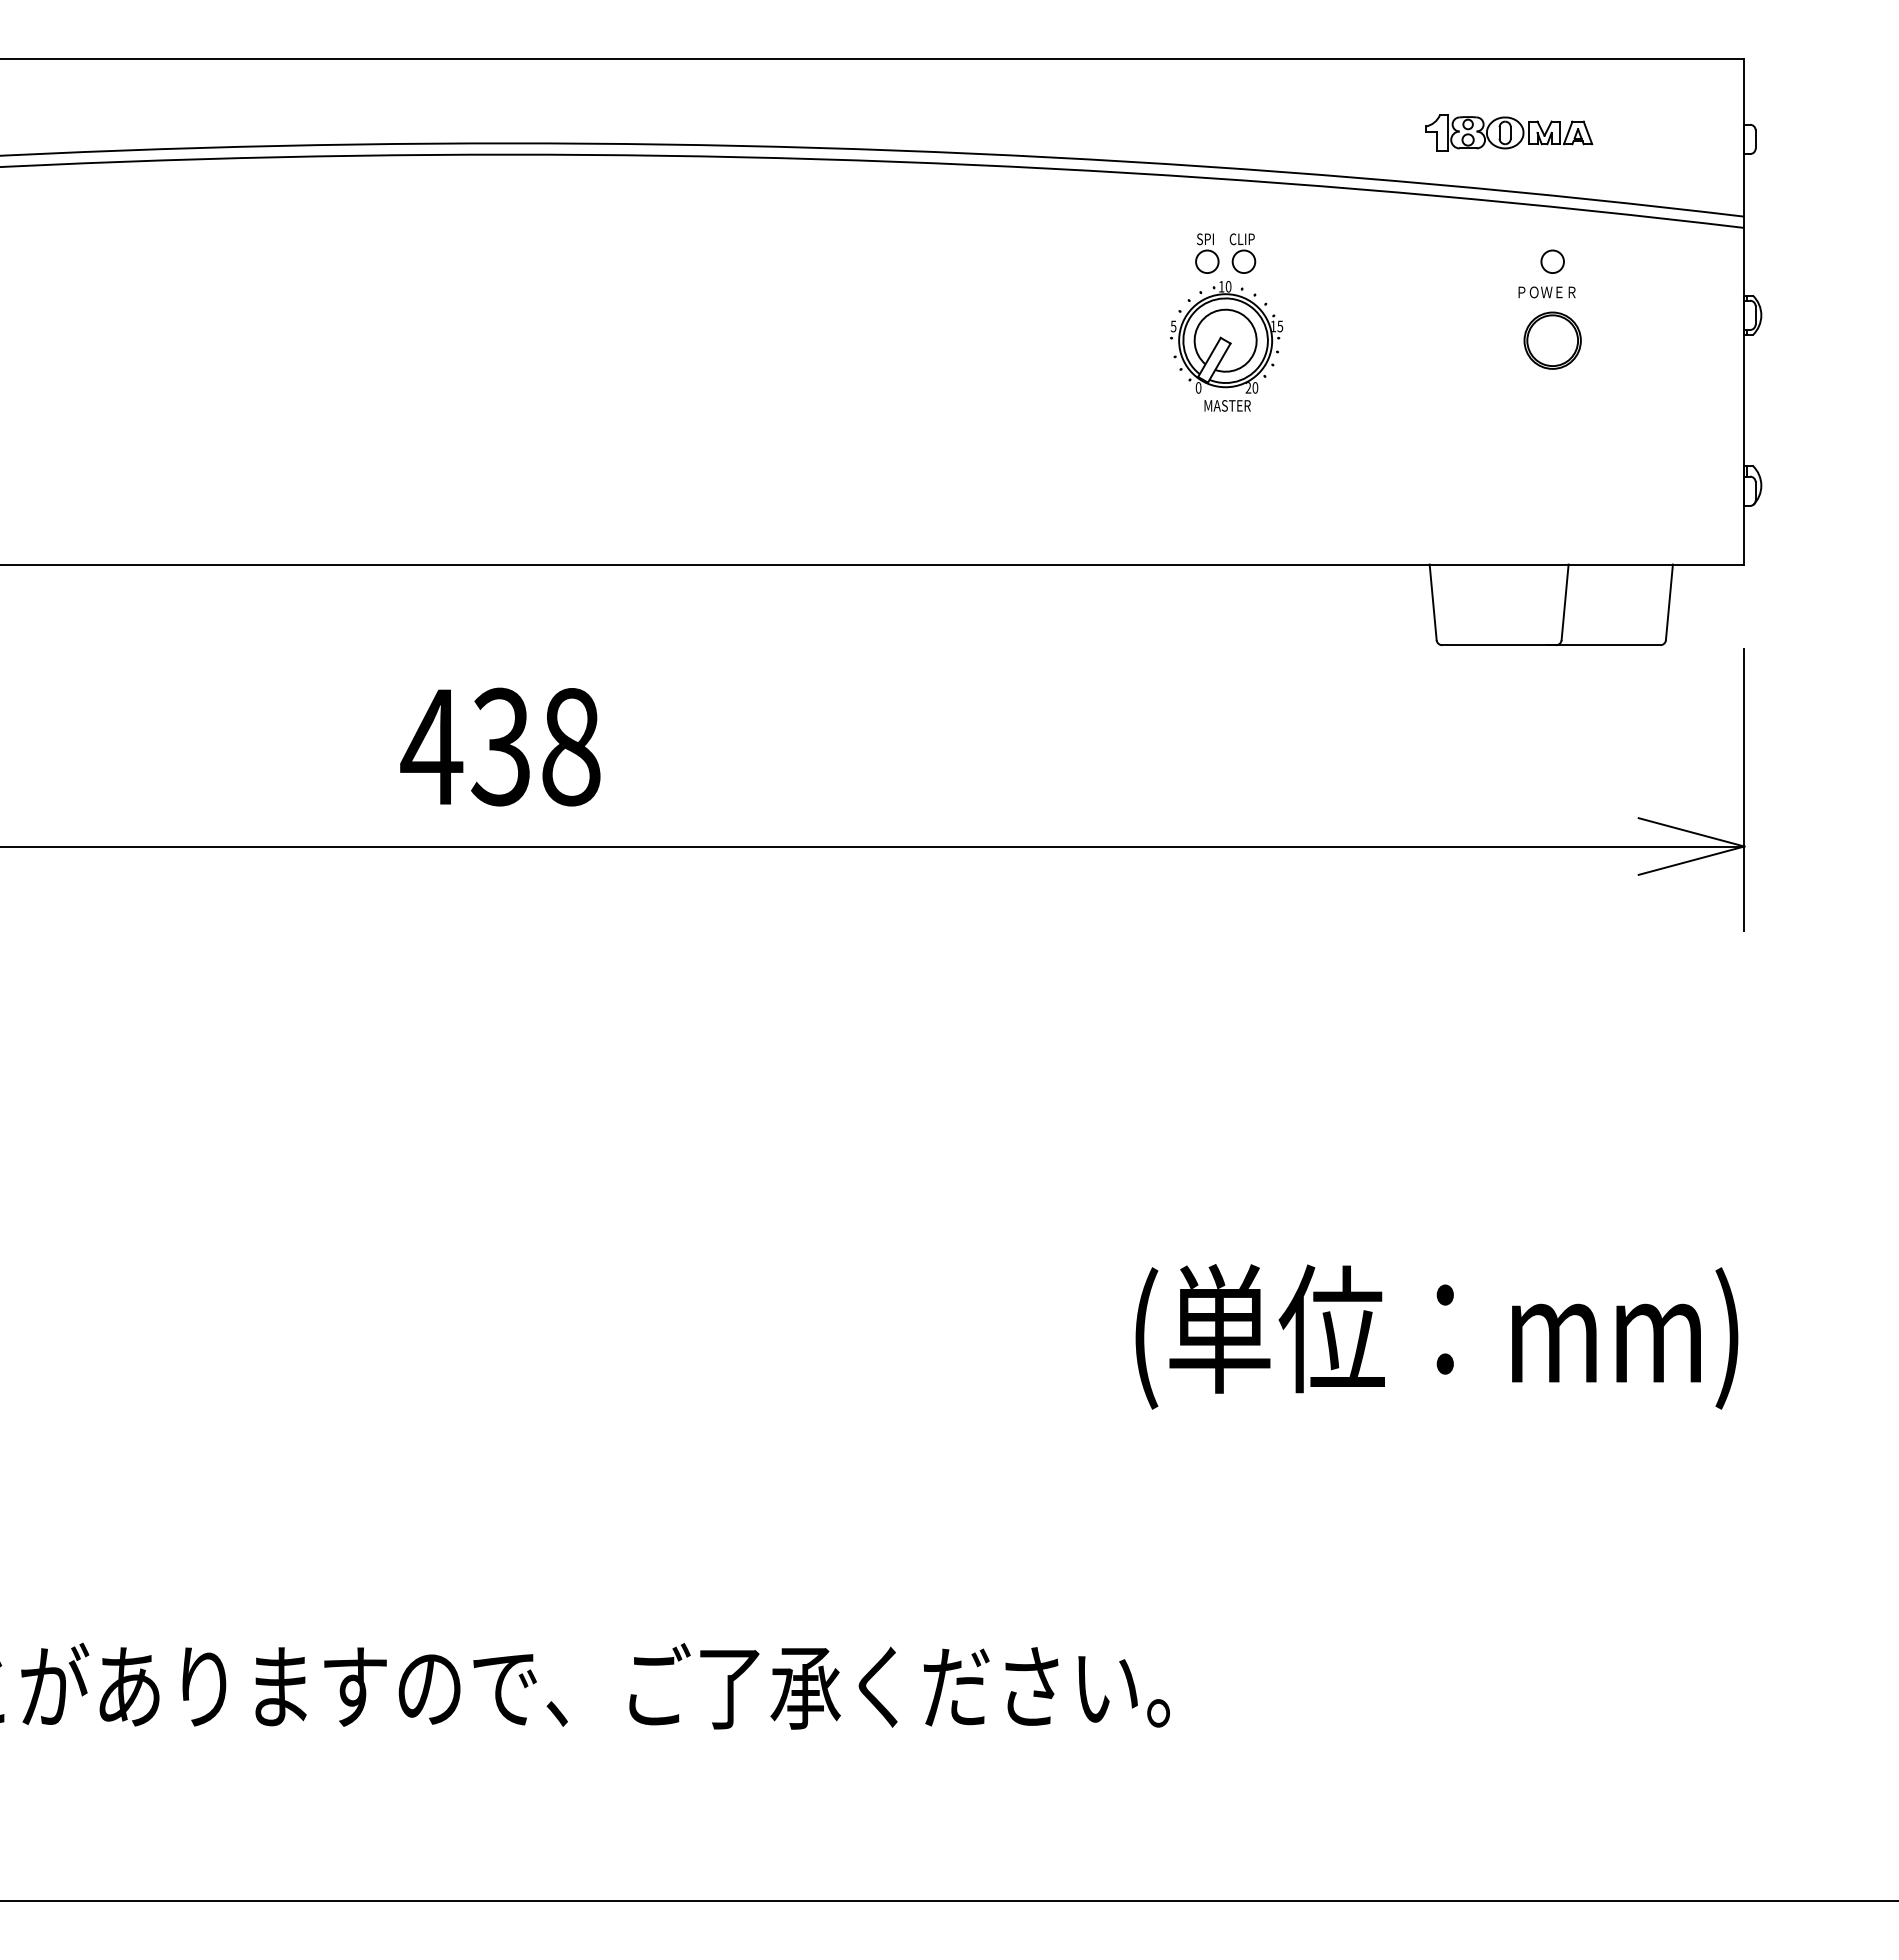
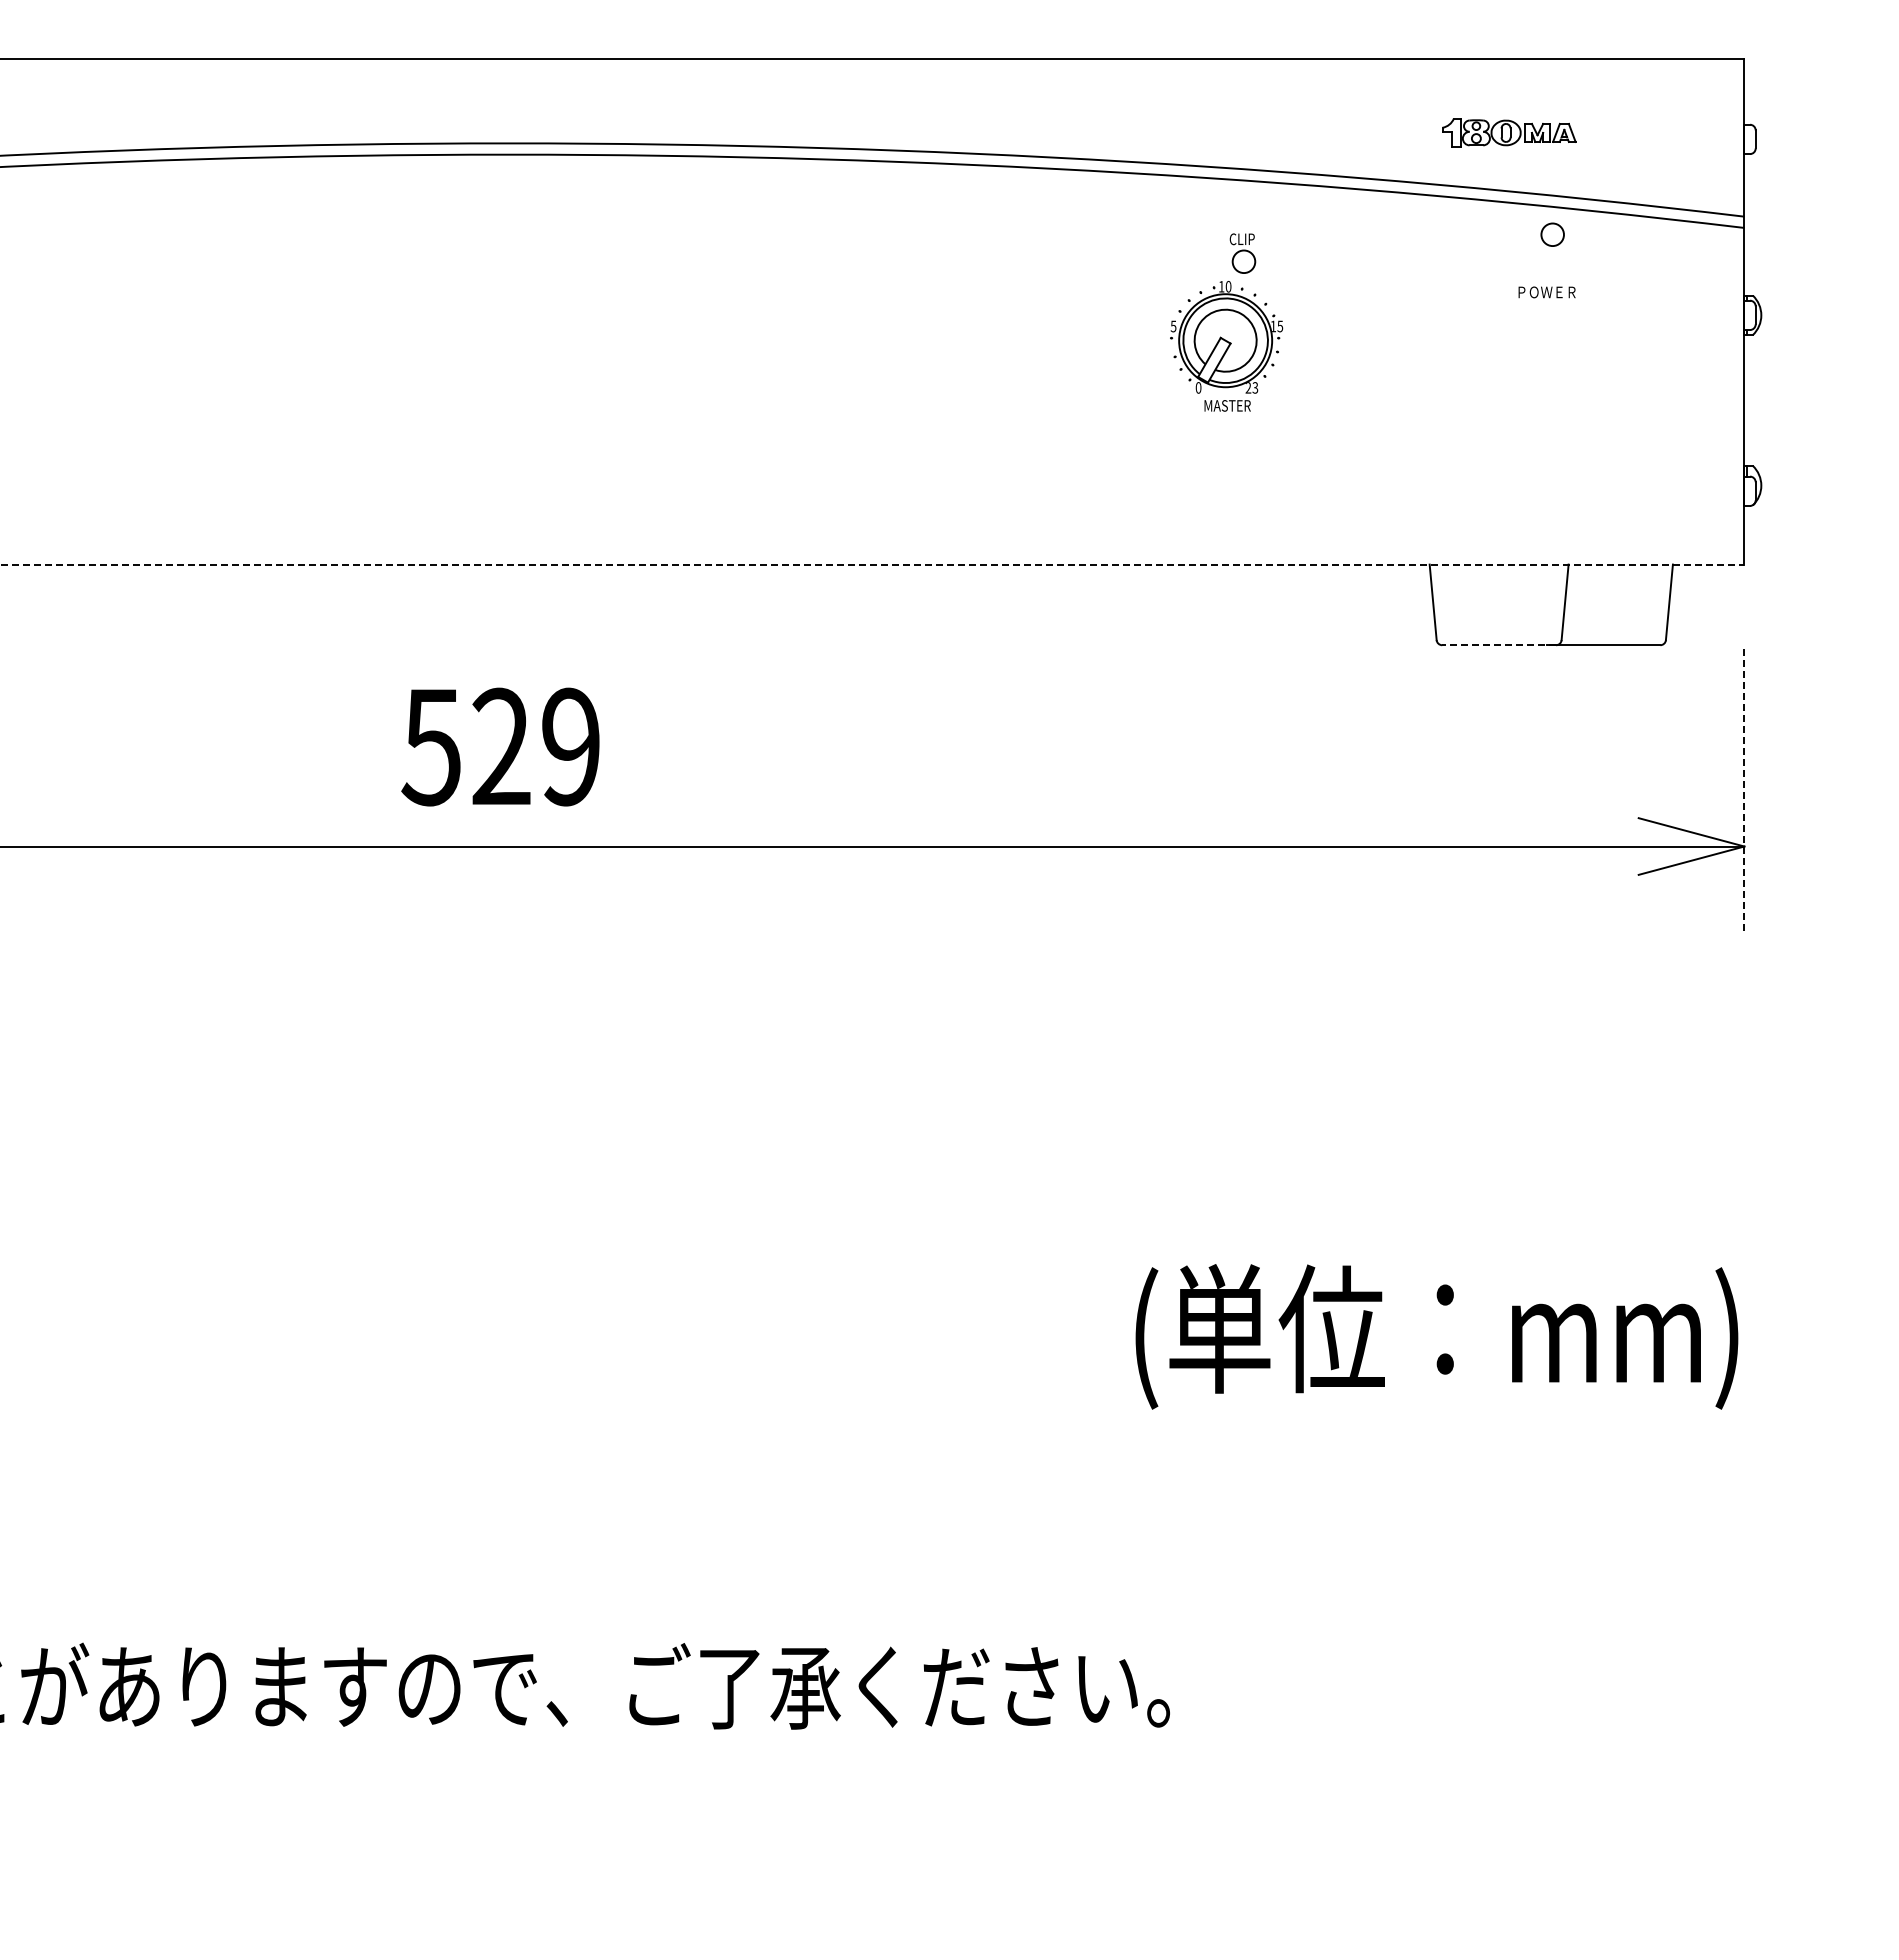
part at (1509, 132) size: 169x38 px -> 135x30 px
part at (1207, 253): present -> none
circle at (1552, 261) position: (1552, 261) -> (1552, 234)
part at (1552, 340): present -> none
text at (1255, 387): 20 -> 23
line at (872, 564): solid -> dashed
line at (1499, 645): solid -> dashed
text at (500, 746): 438 -> 529
line at (1744, 790): solid -> dashed
line at (948, 1901): present -> none
